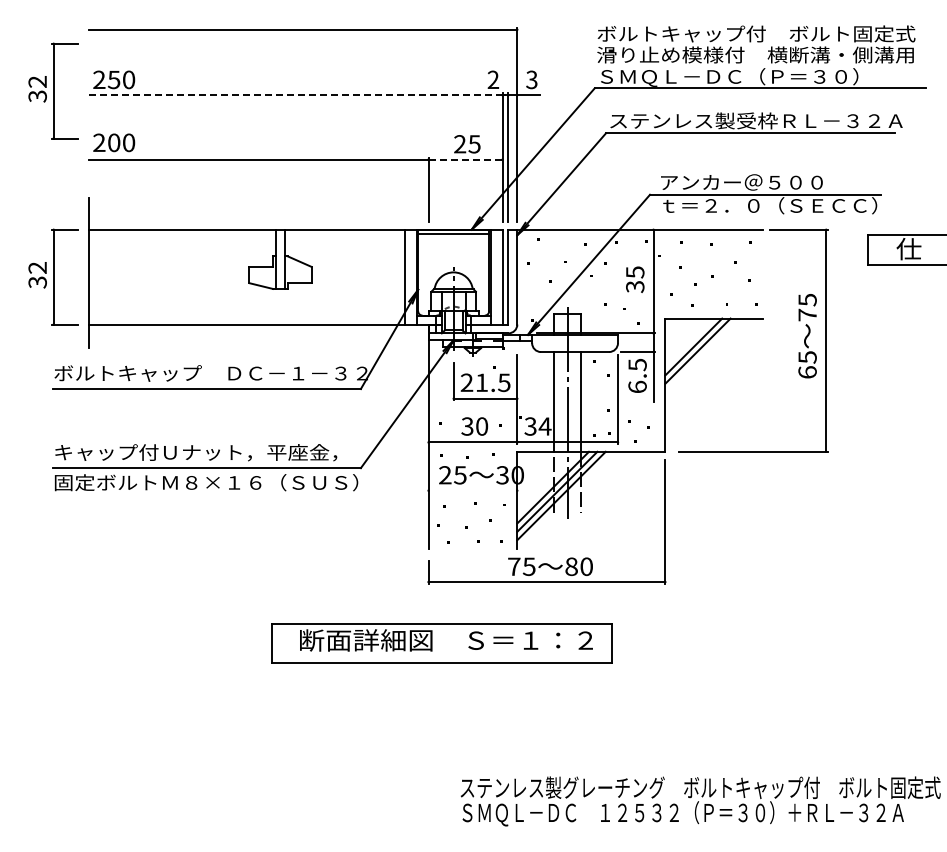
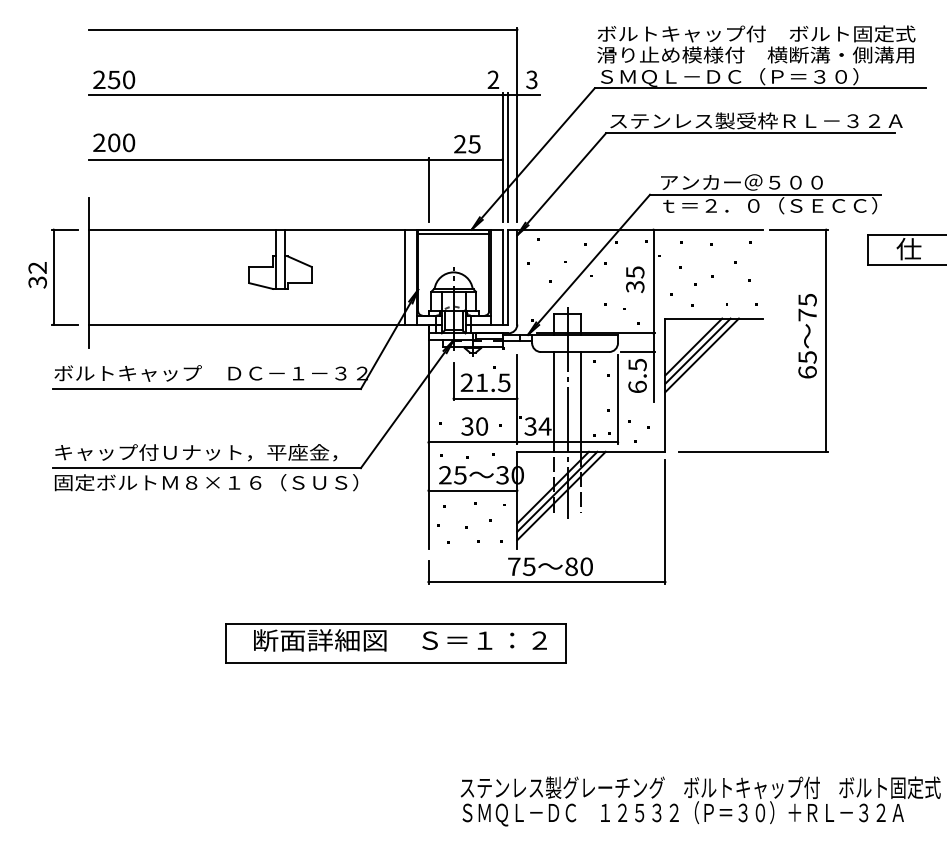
part at (53, 90): present -> none
line at (295, 95): dashed -> solid
line at (466, 159): dashed -> solid
line at (701, 355): none -> present
line at (472, 490): none -> present
part at (441, 643) position: (441, 643) -> (395, 643)
